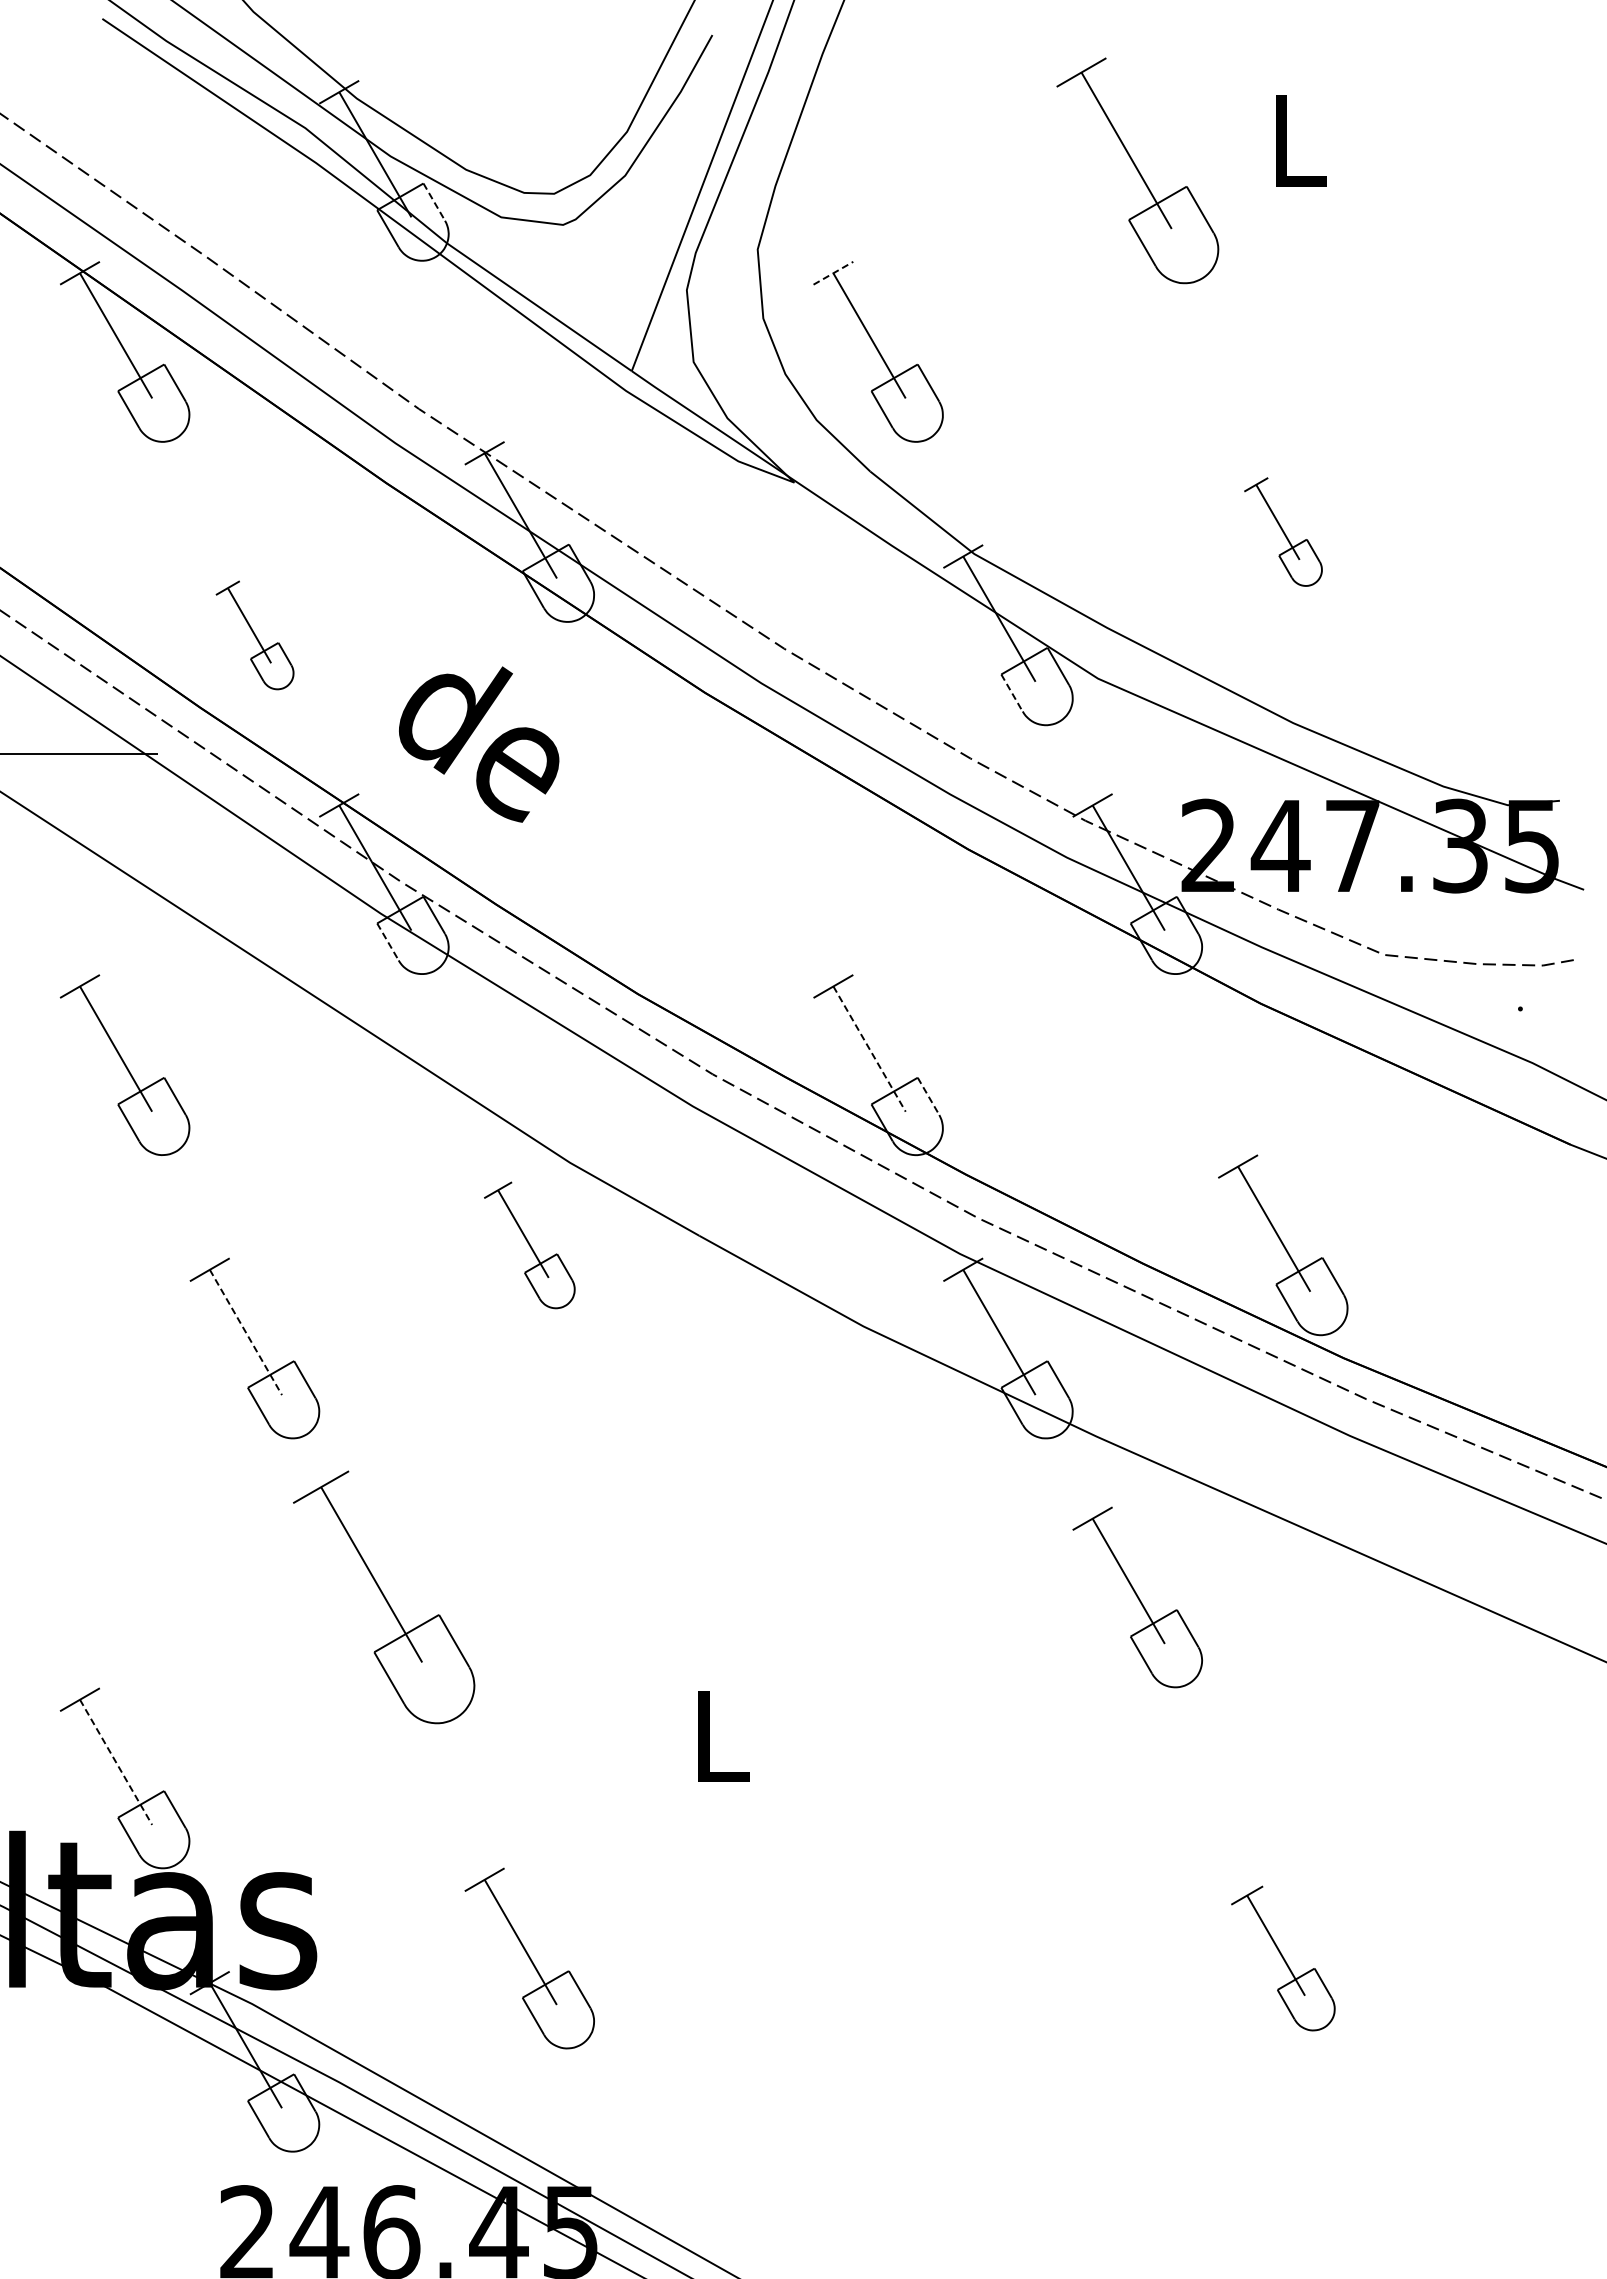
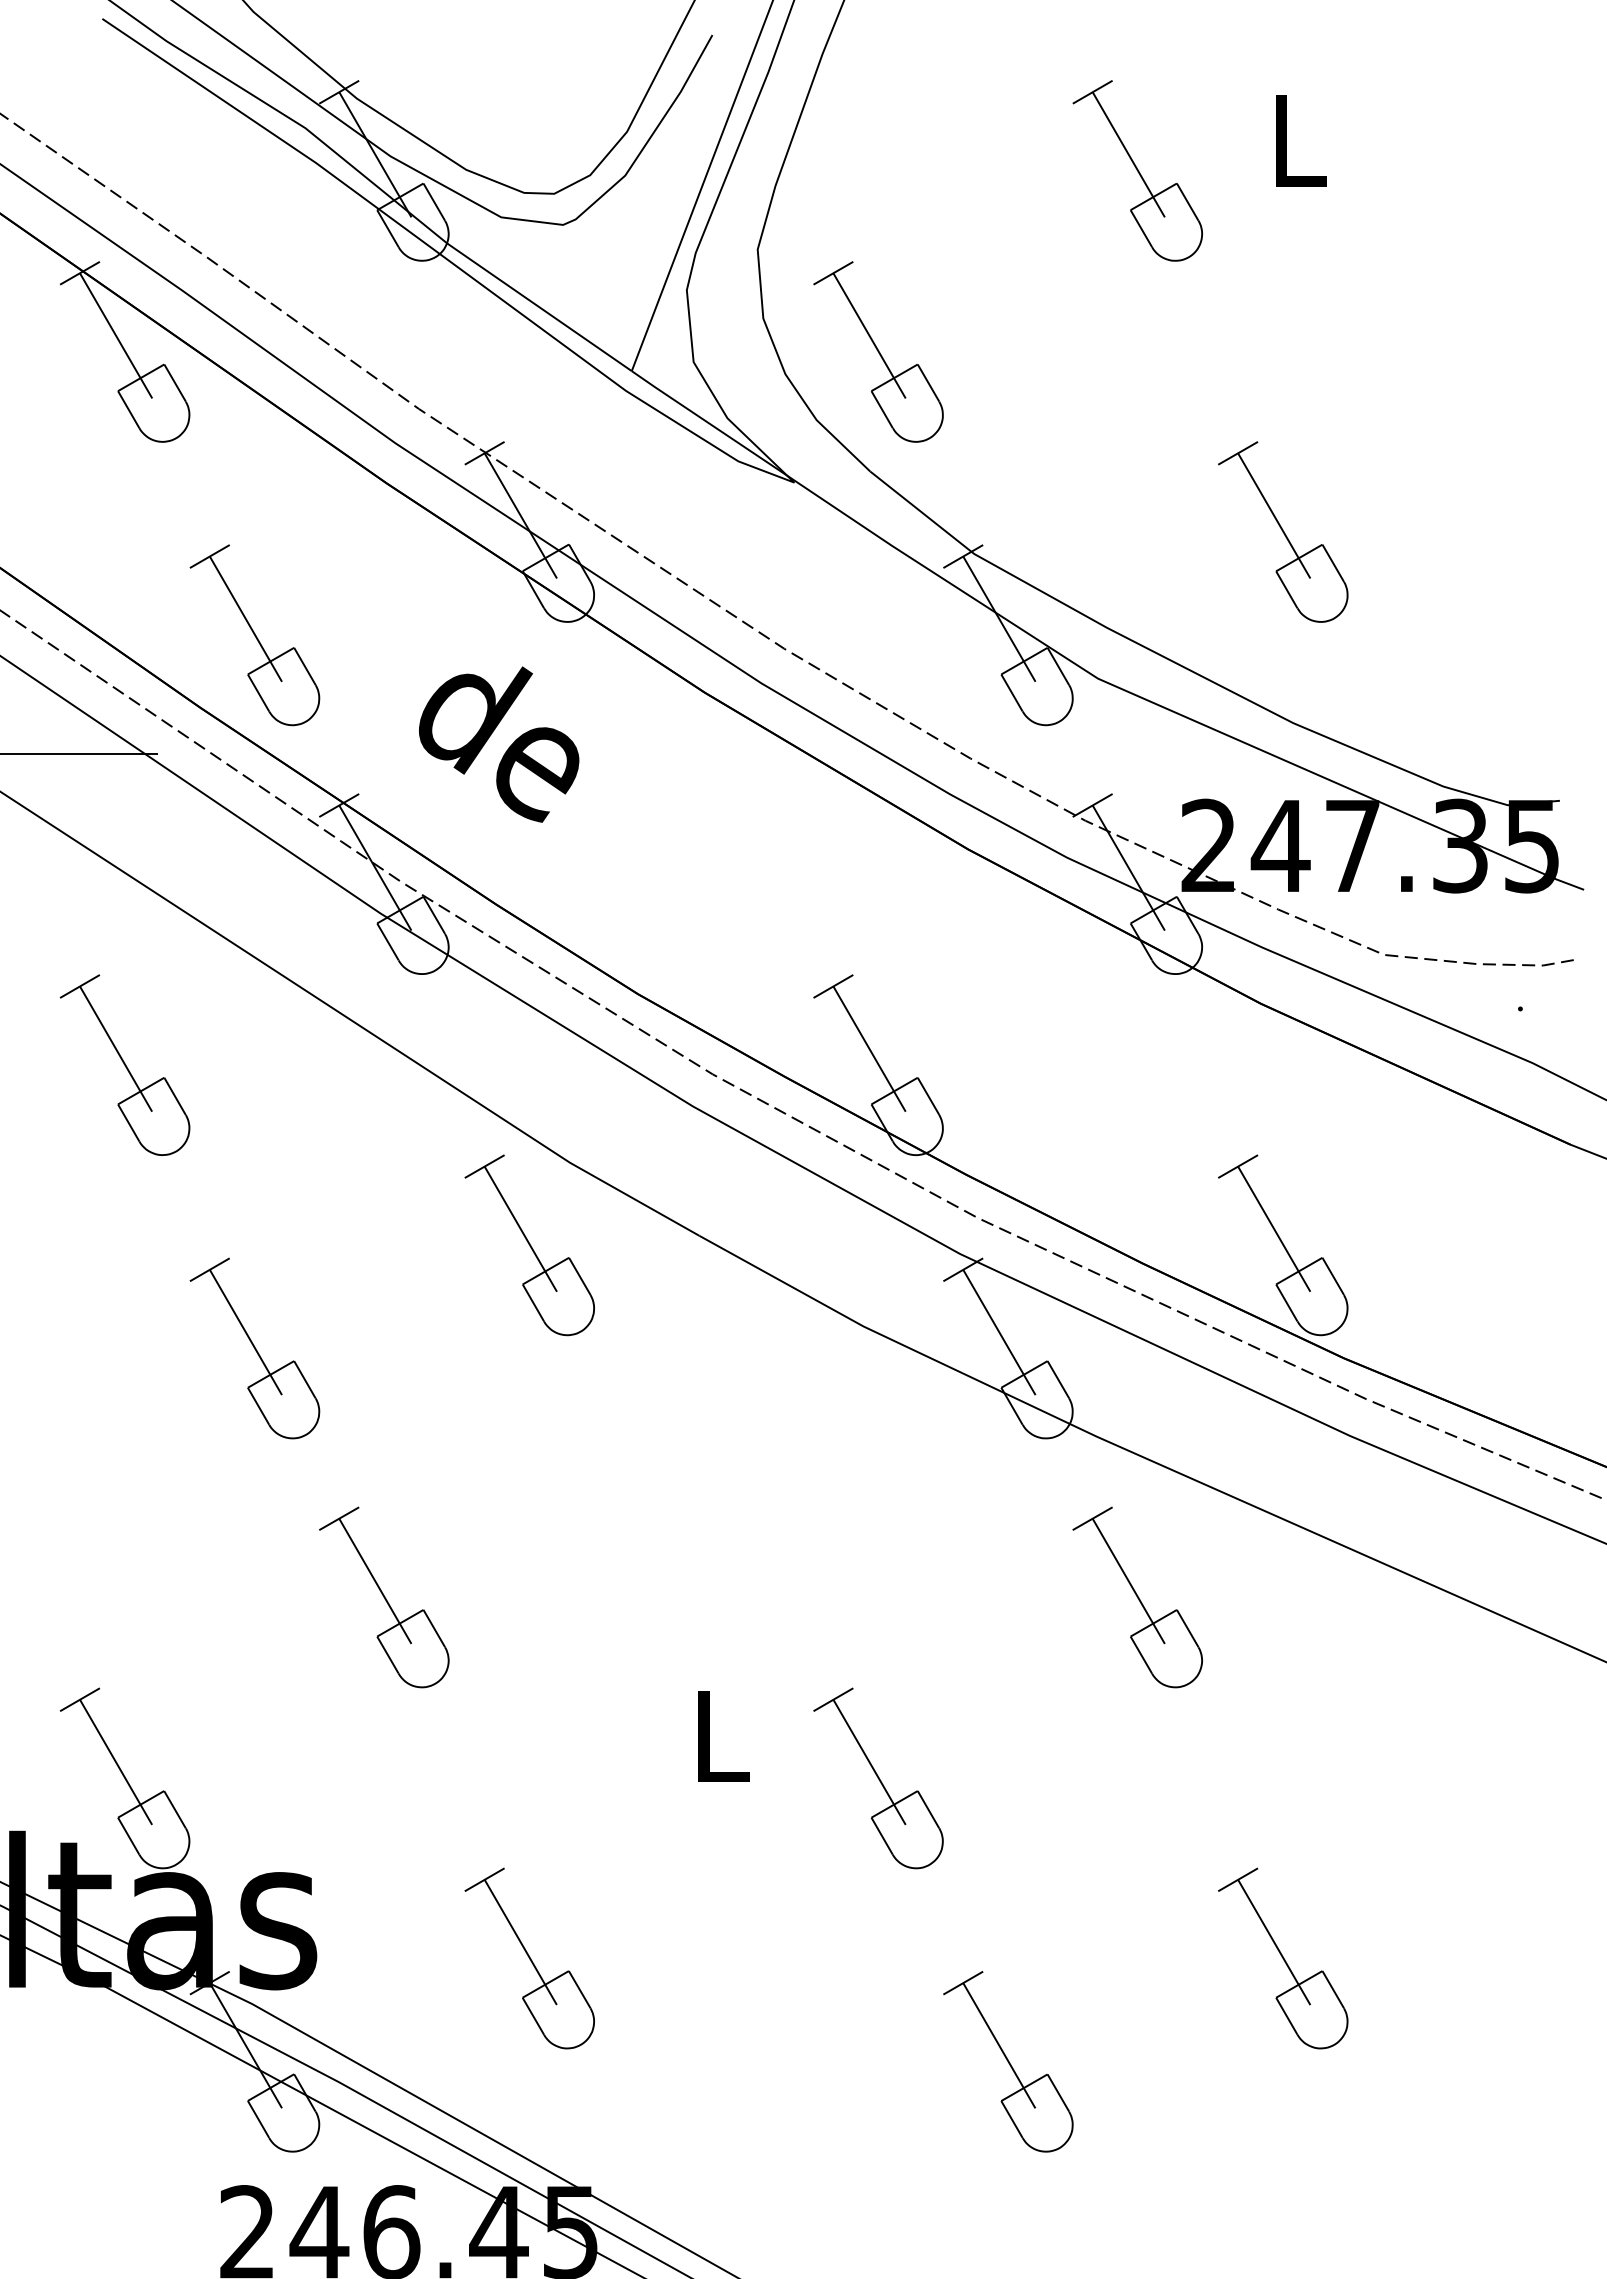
part at (1137, 170) size: 164x228 px -> 131x182 px
line at (434, 202): dashed -> solid
line at (833, 273): dashed -> solid
part at (1283, 531) size: 79x110 px -> 131x182 px
part at (254, 635) size: 80x111 px -> 132x183 px
line at (1012, 693): dashed -> solid
text at (479, 744) position: (479, 744) -> (499, 744)
line at (388, 942): dashed -> solid
line at (869, 1049): dashed -> solid
line at (928, 1096): dashed -> solid
part at (529, 1245) size: 92x129 px -> 131x183 px
line at (246, 1332): dashed -> solid
part at (384, 1597) size: 183x255 px -> 131x183 px
line at (116, 1762): dashed -> solid
part at (878, 1778): none -> present
part at (1283, 1958) size: 105x147 px -> 131x183 px
part at (1008, 2061): none -> present
